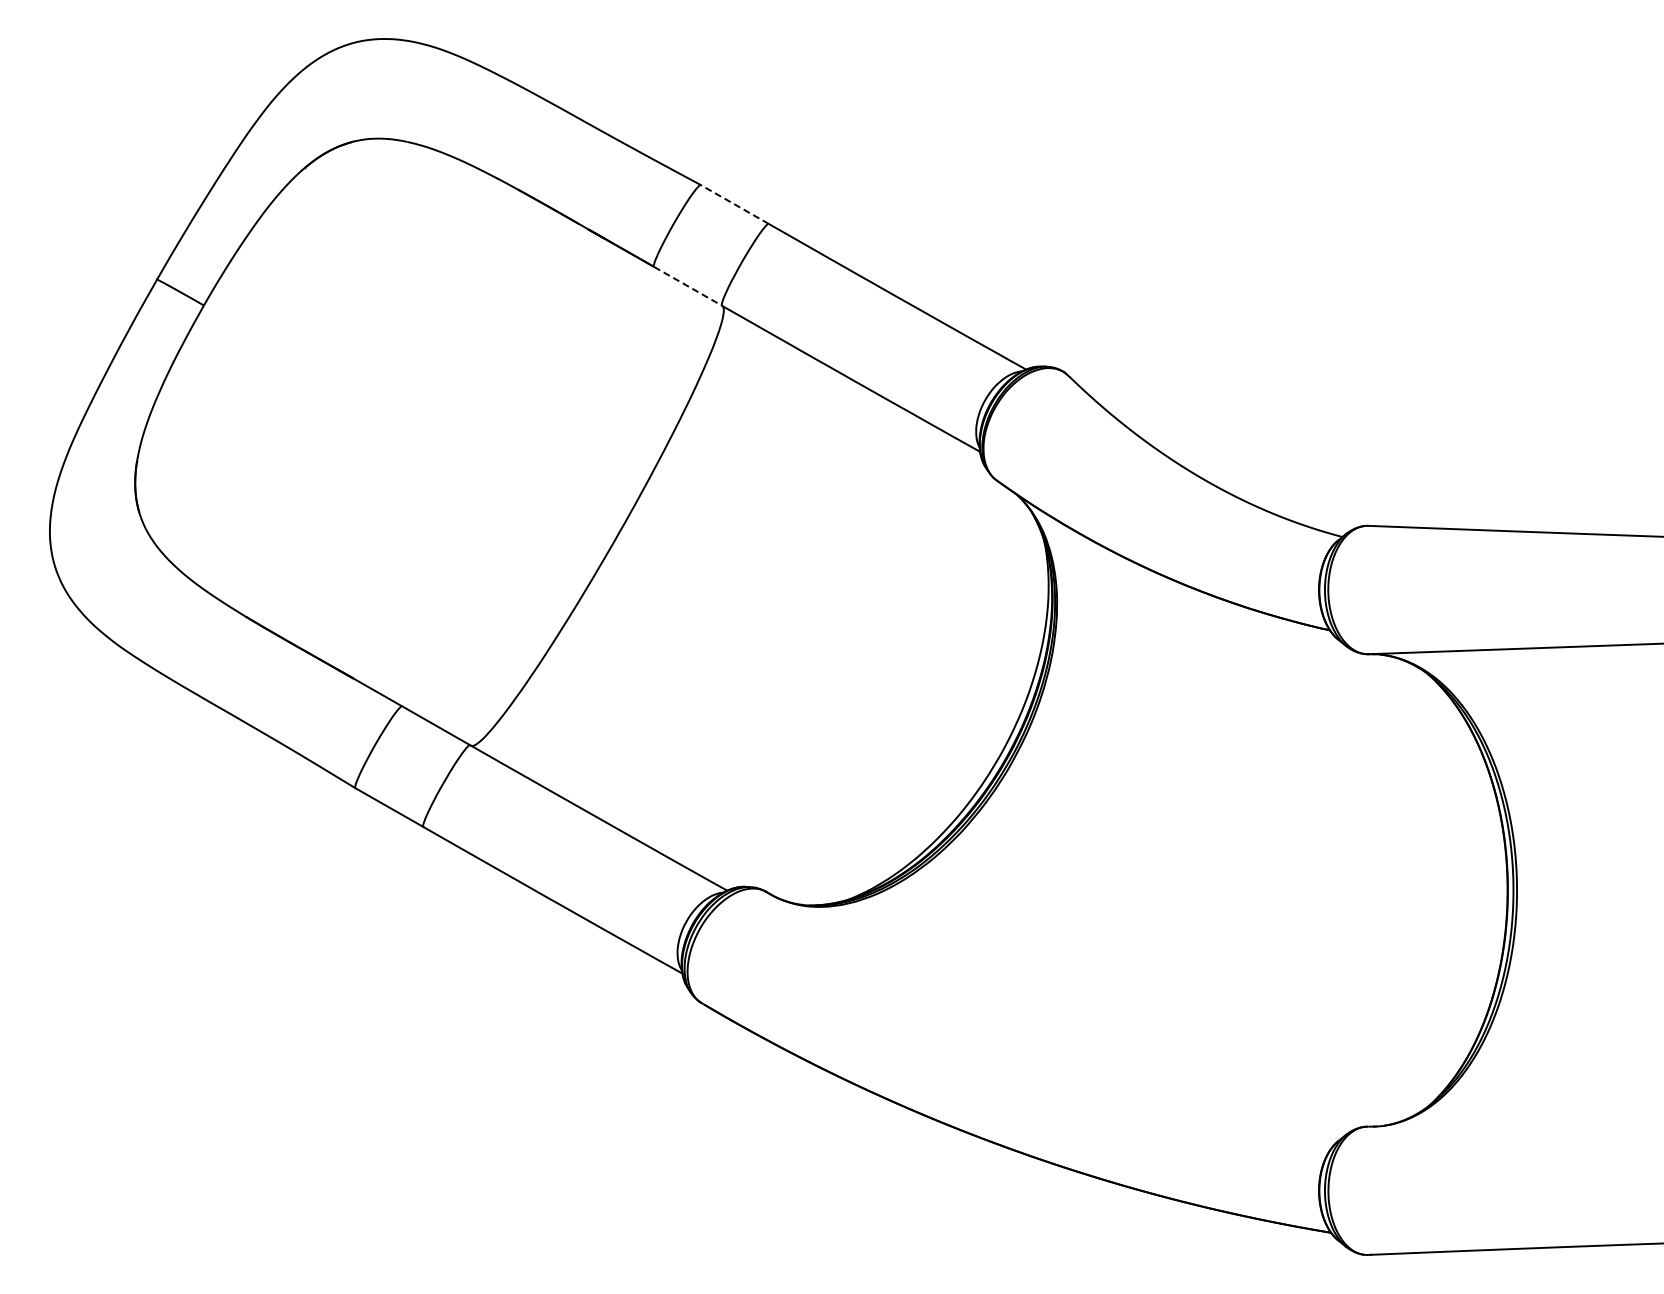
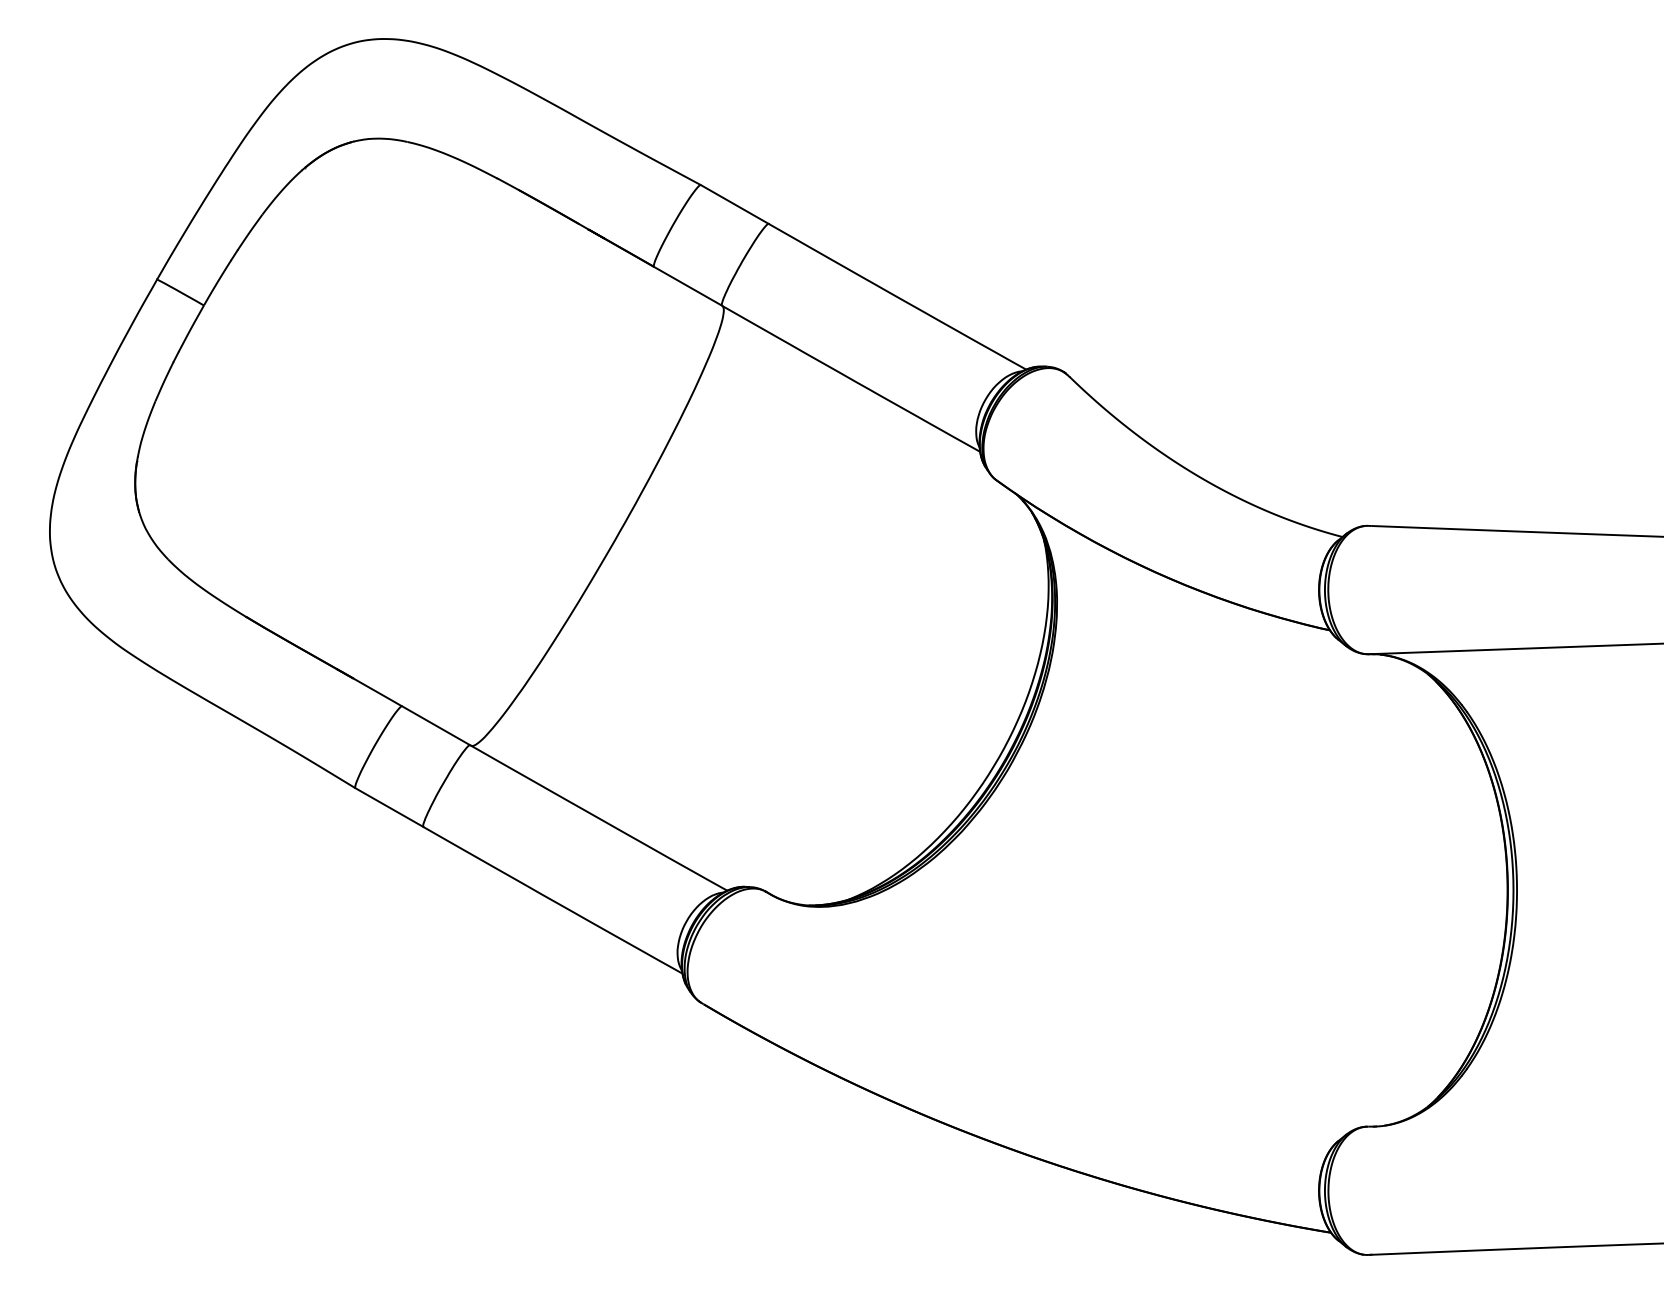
line at (734, 204): dashed -> solid
line at (688, 286): dashed -> solid
